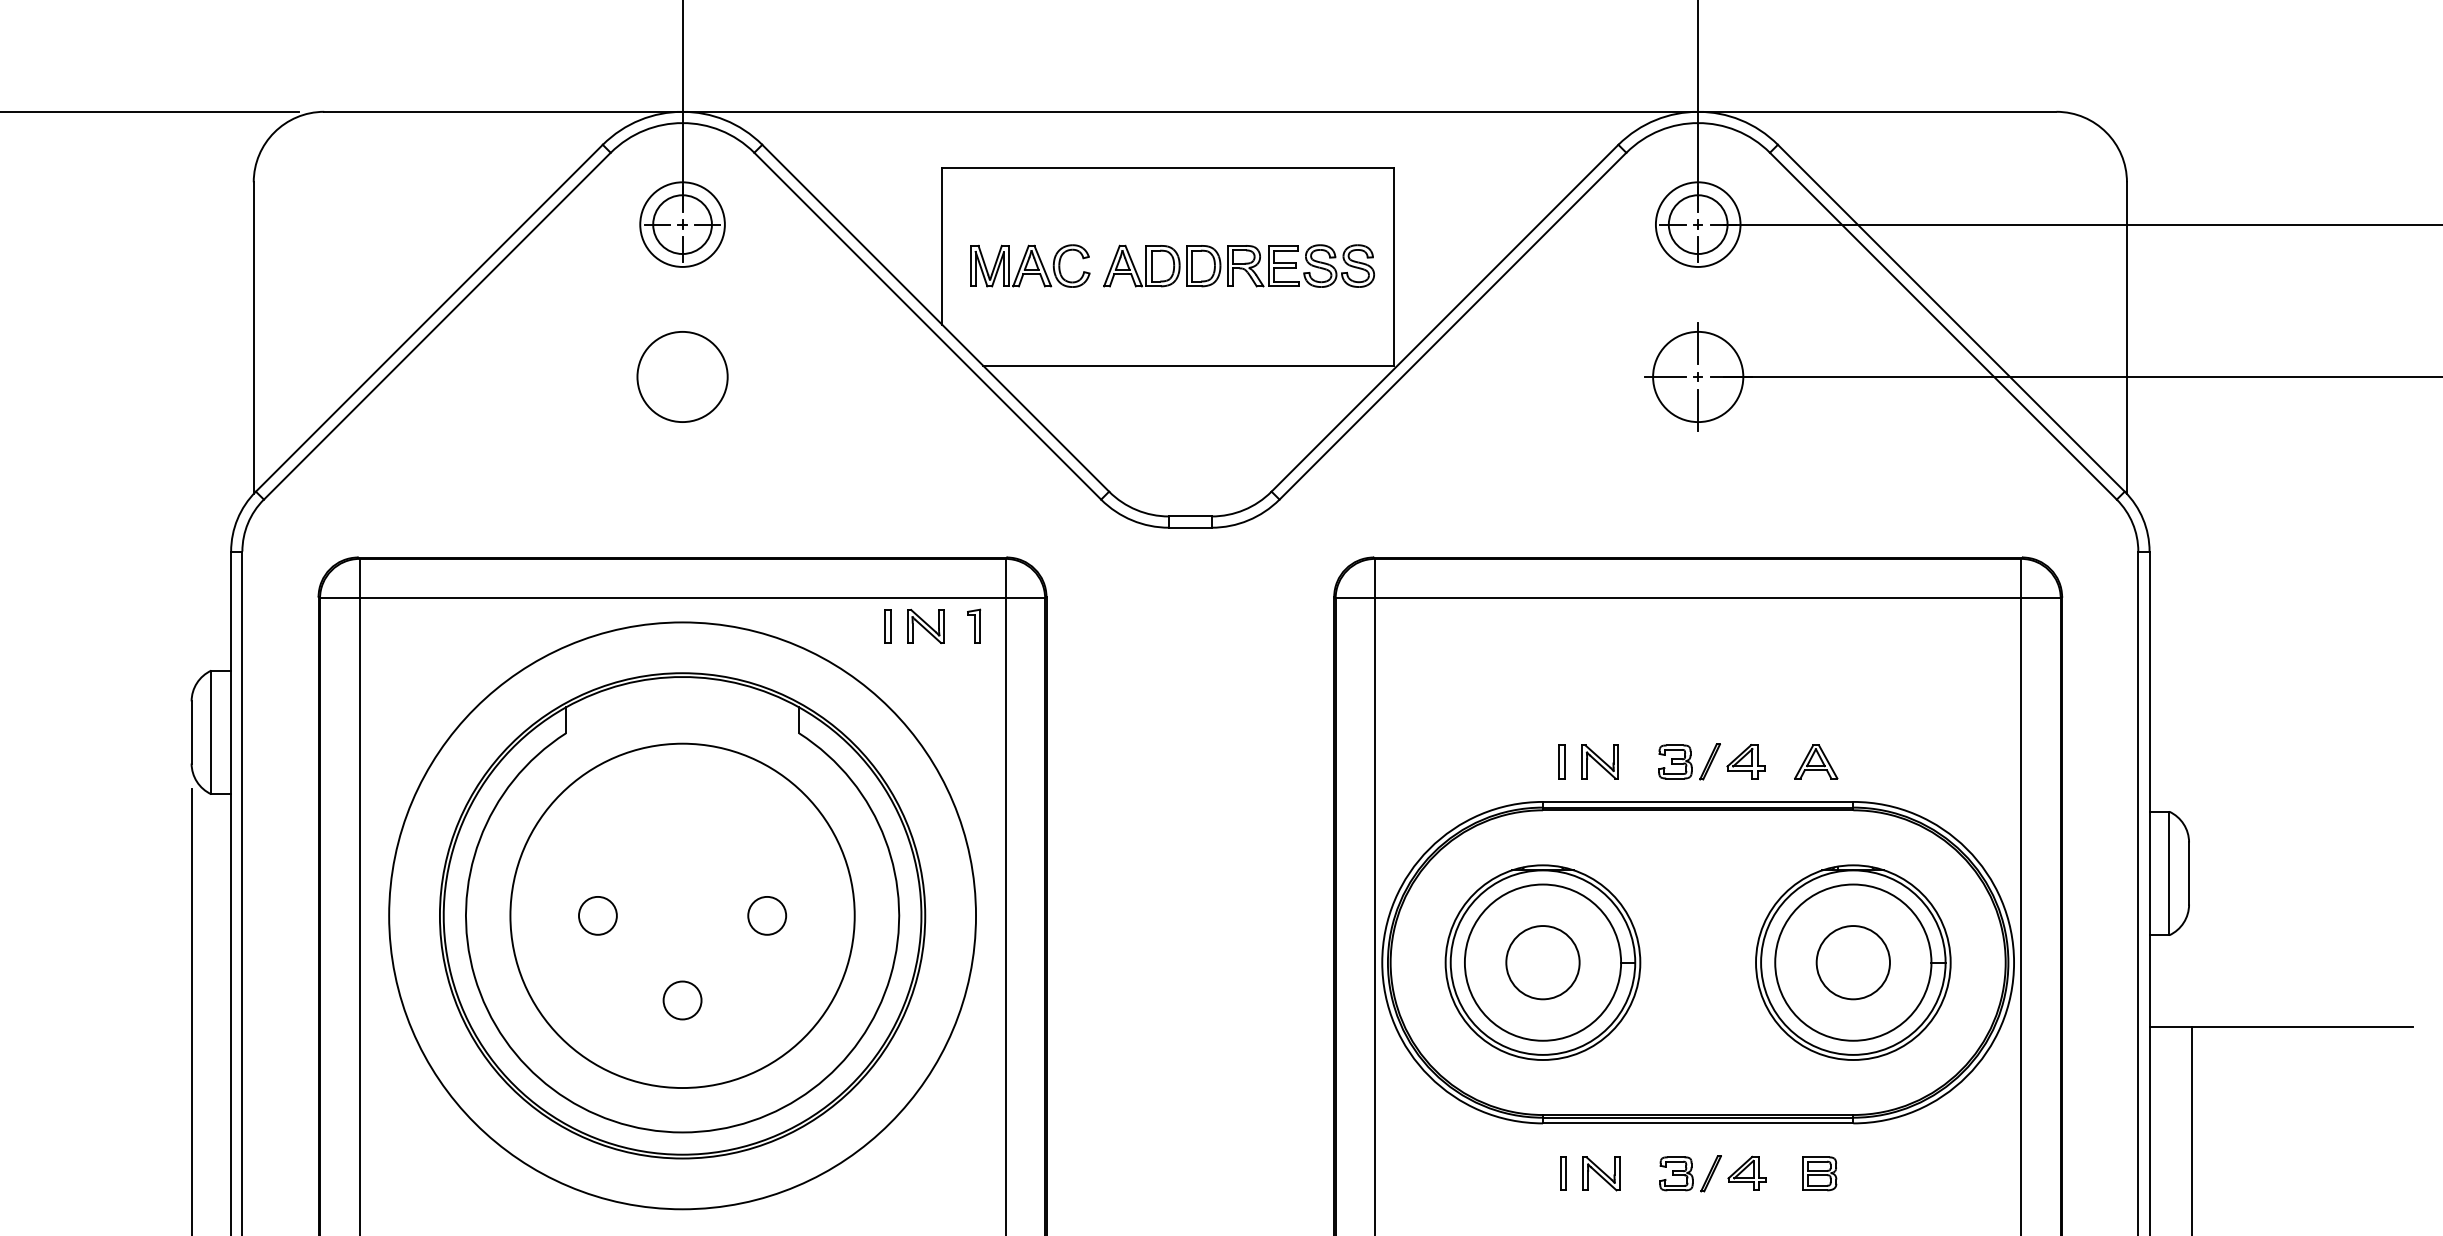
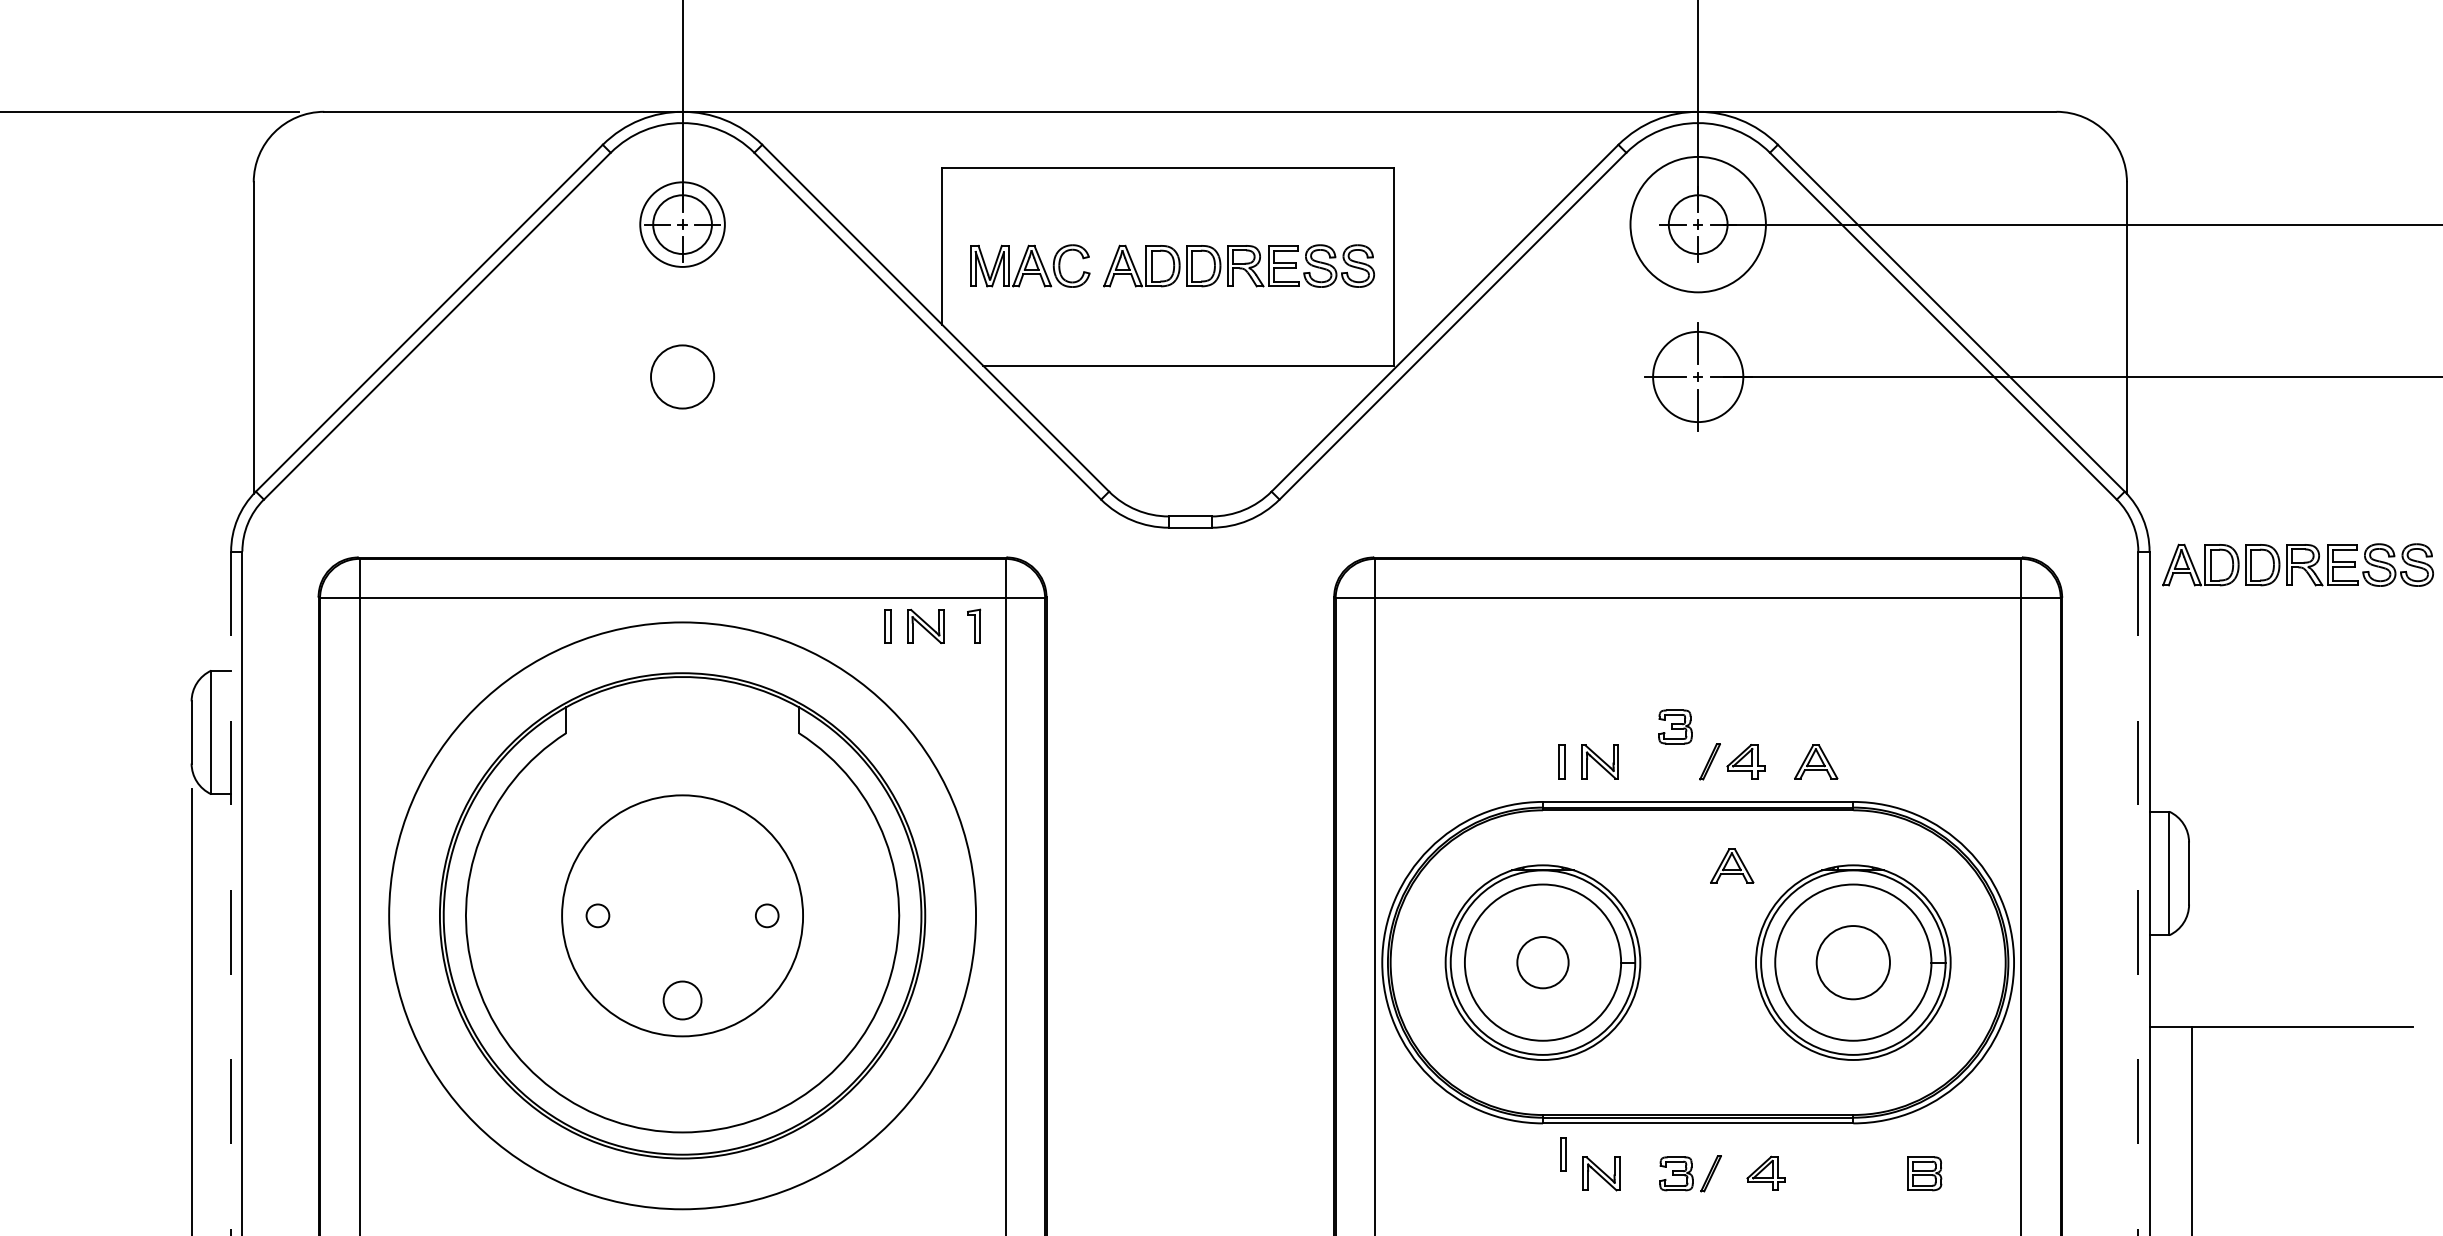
circle at (1697, 224) diameter: 85 px -> 135 px
circle at (682, 376) diameter: 90 px -> 63 px
part at (2297, 564): none -> present
part at (1675, 761) position: (1675, 761) -> (1675, 726)
part at (1732, 865): none -> present
line at (231, 893): solid -> dashed
line at (2138, 893): solid -> dashed
circle at (597, 915) diameter: 38 px -> 23 px
circle at (682, 915) diameter: 344 px -> 241 px
circle at (767, 915) diameter: 38 px -> 23 px
circle at (1542, 962) diameter: 73 px -> 51 px
part at (1746, 1172) position: (1746, 1172) -> (1765, 1172)
part at (1563, 1173) position: (1563, 1173) -> (1563, 1154)
part at (1819, 1173) position: (1819, 1173) -> (1924, 1173)
